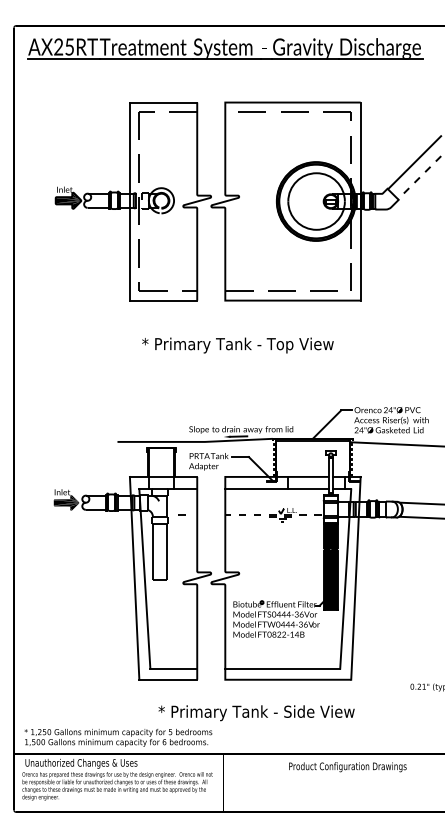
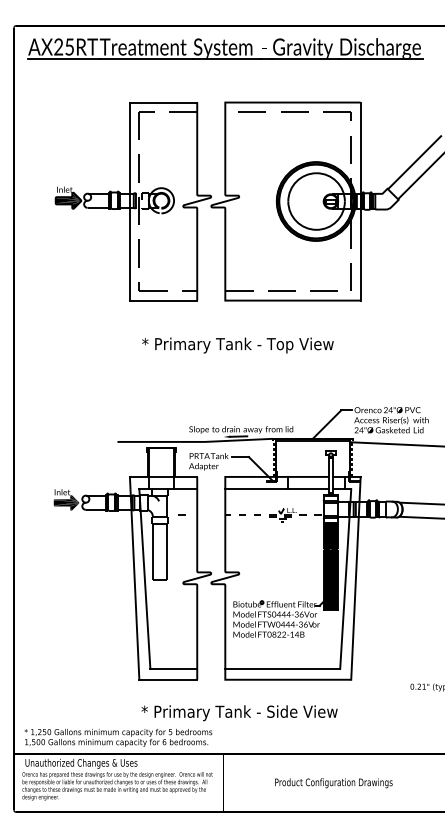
line at (421, 176): dashed -> solid
text at (256, 713) position: (256, 713) -> (239, 713)
text at (347, 767) position: (347, 767) -> (333, 783)
